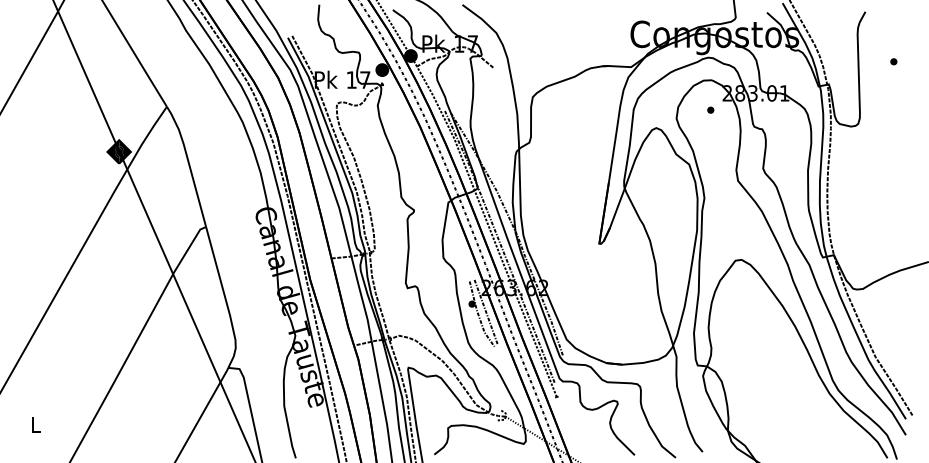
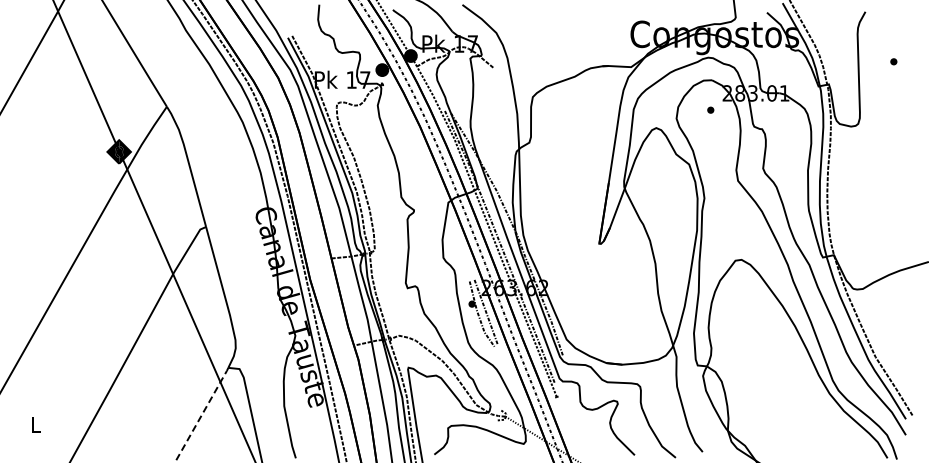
line at (202, 414): solid -> dashed
